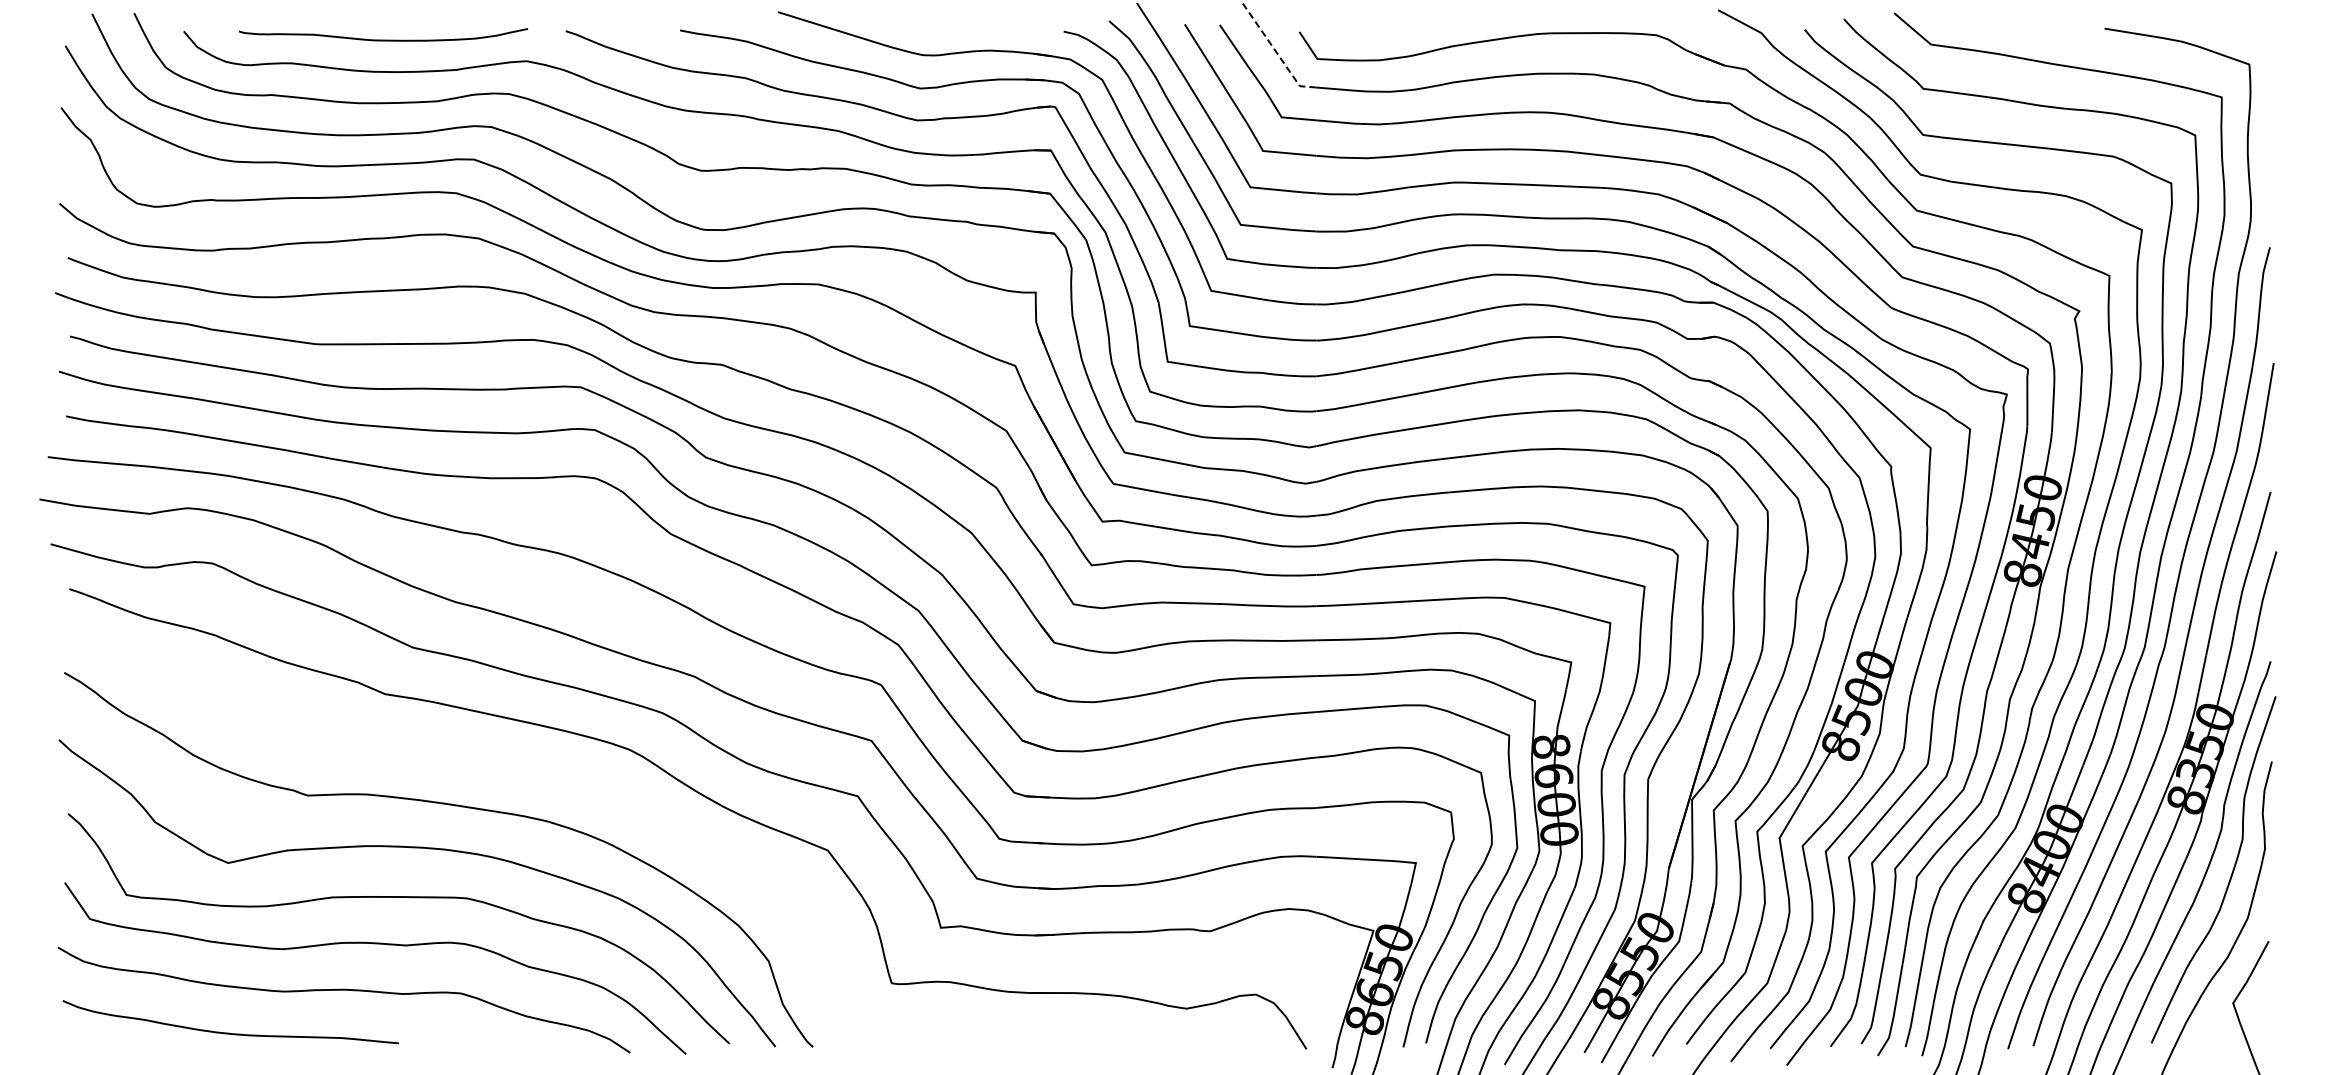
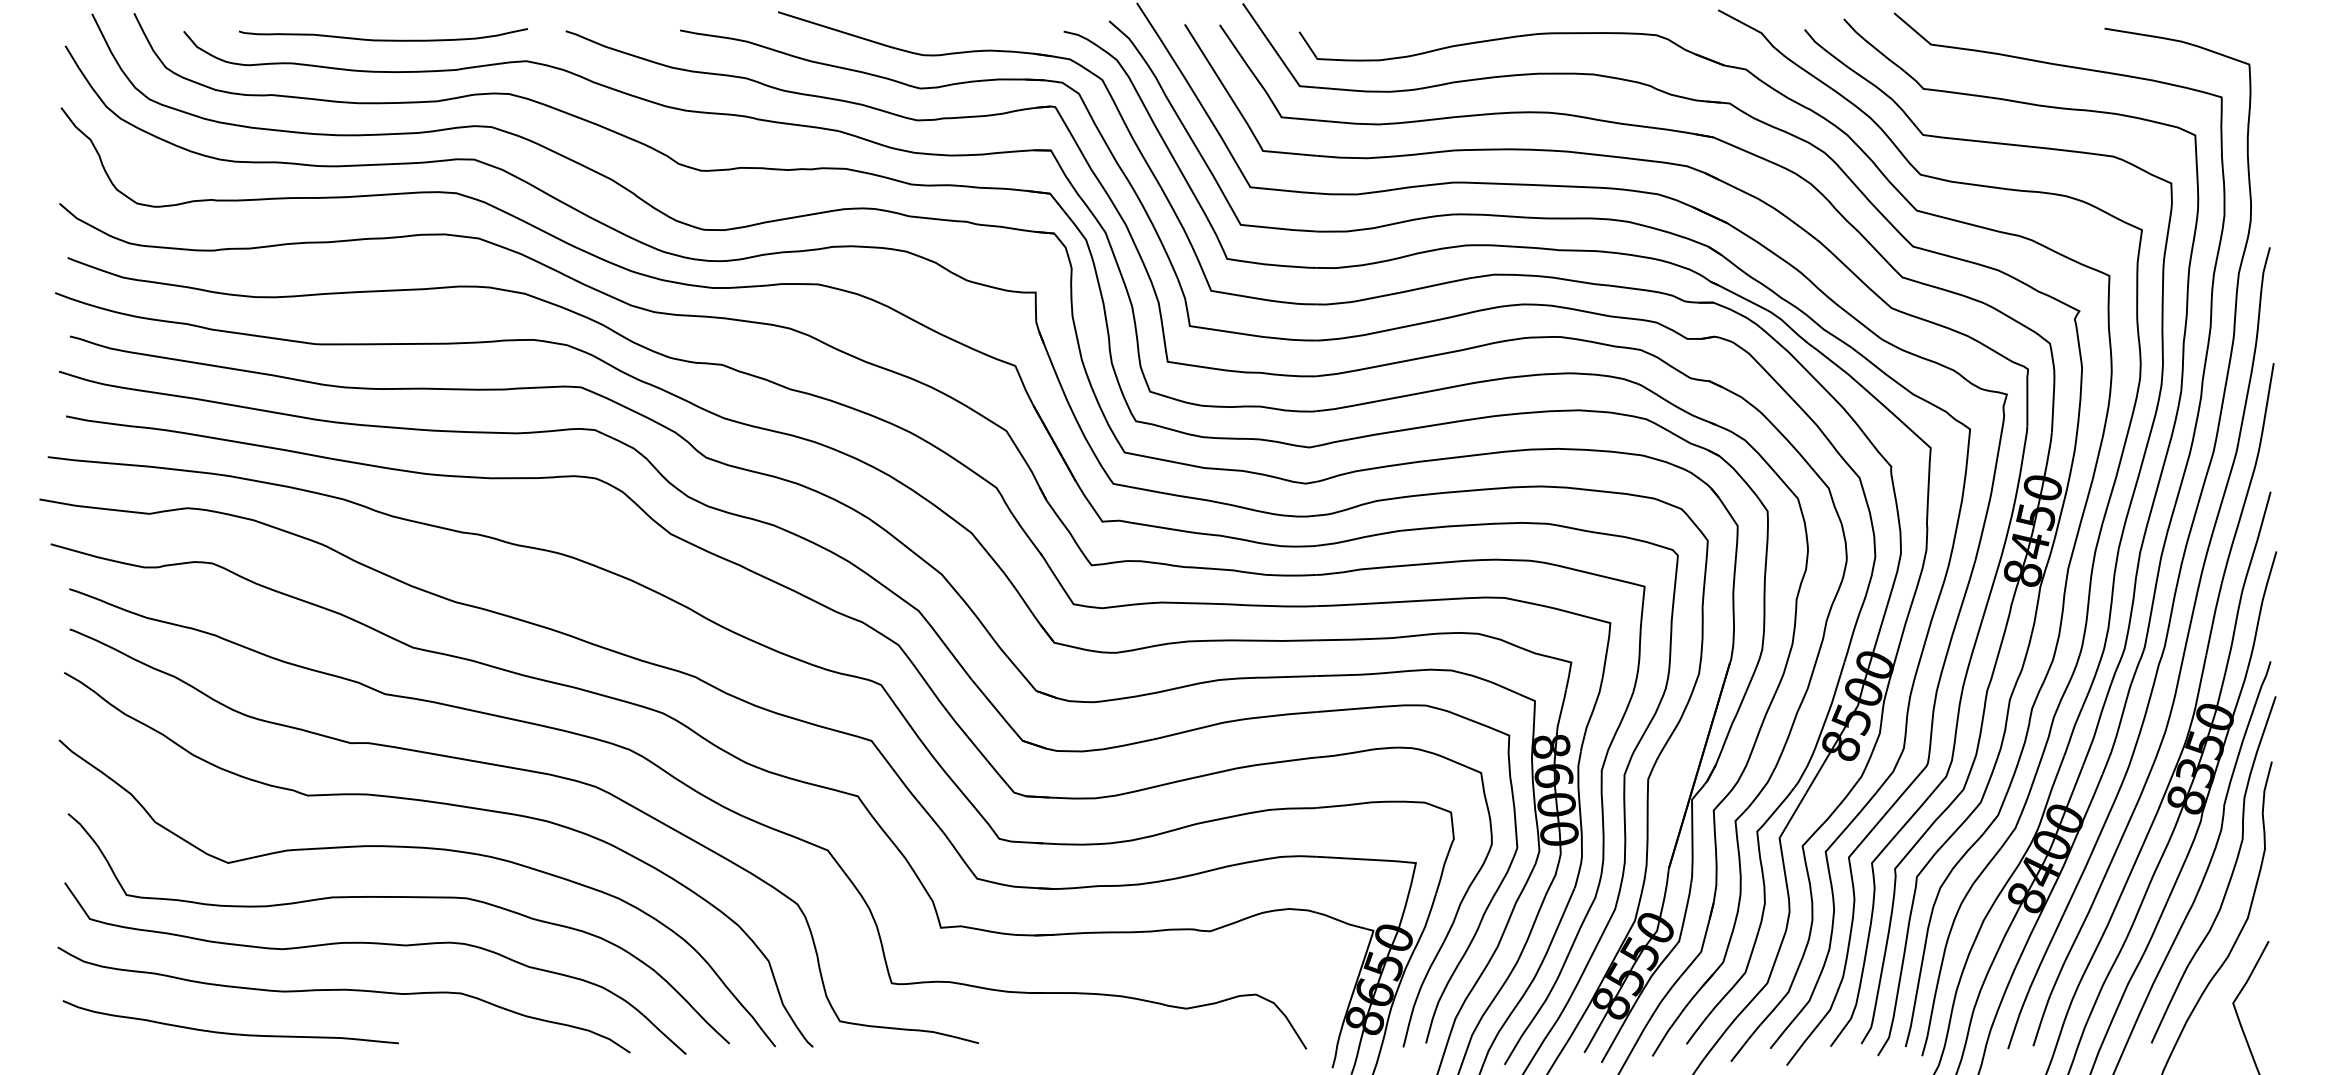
line at (1276, 52): dashed -> solid
curve at (536, 773): none -> present
